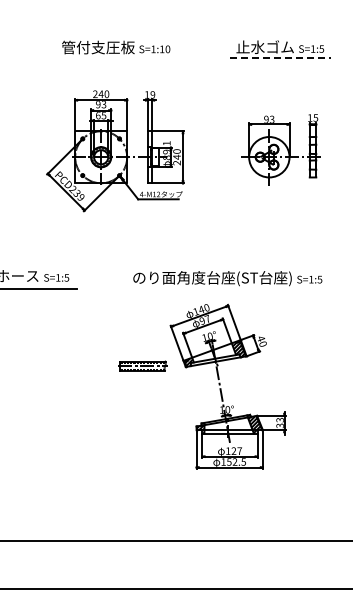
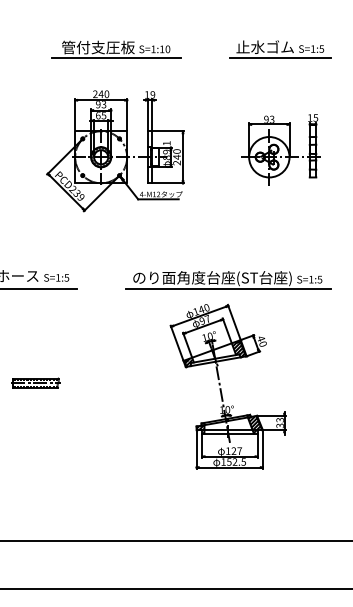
line at (116, 58): none -> present
line at (280, 58): dashed -> solid
line at (228, 288): none -> present
part at (142, 365) position: (142, 365) -> (35, 382)
